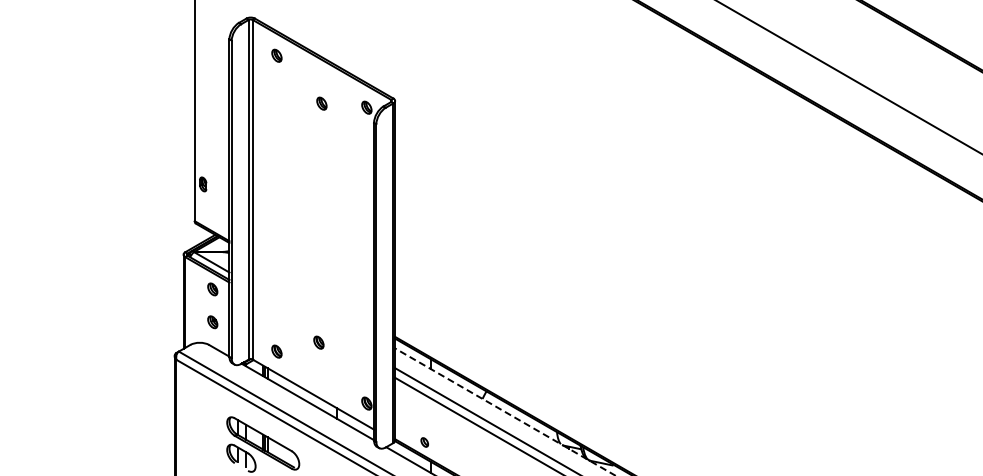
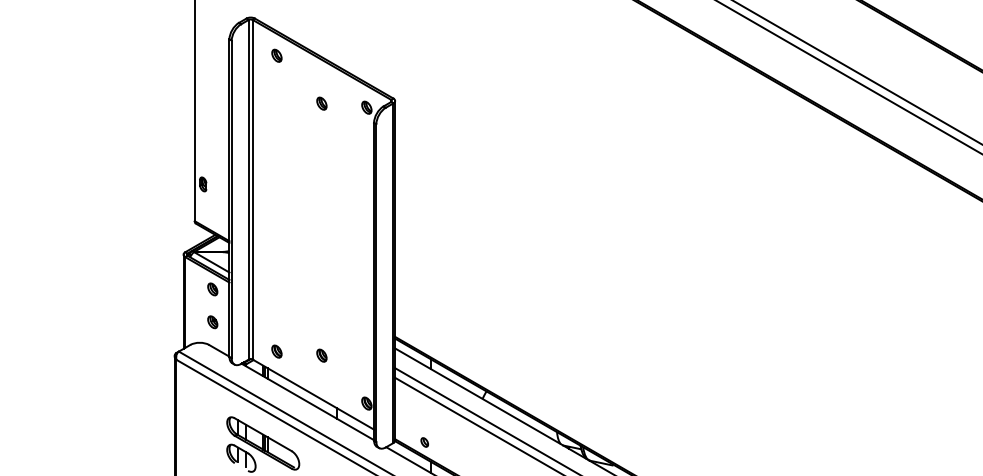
line at (857, 72): none -> present
part at (318, 342) position: (318, 342) -> (321, 355)
line at (505, 411): dashed -> solid
